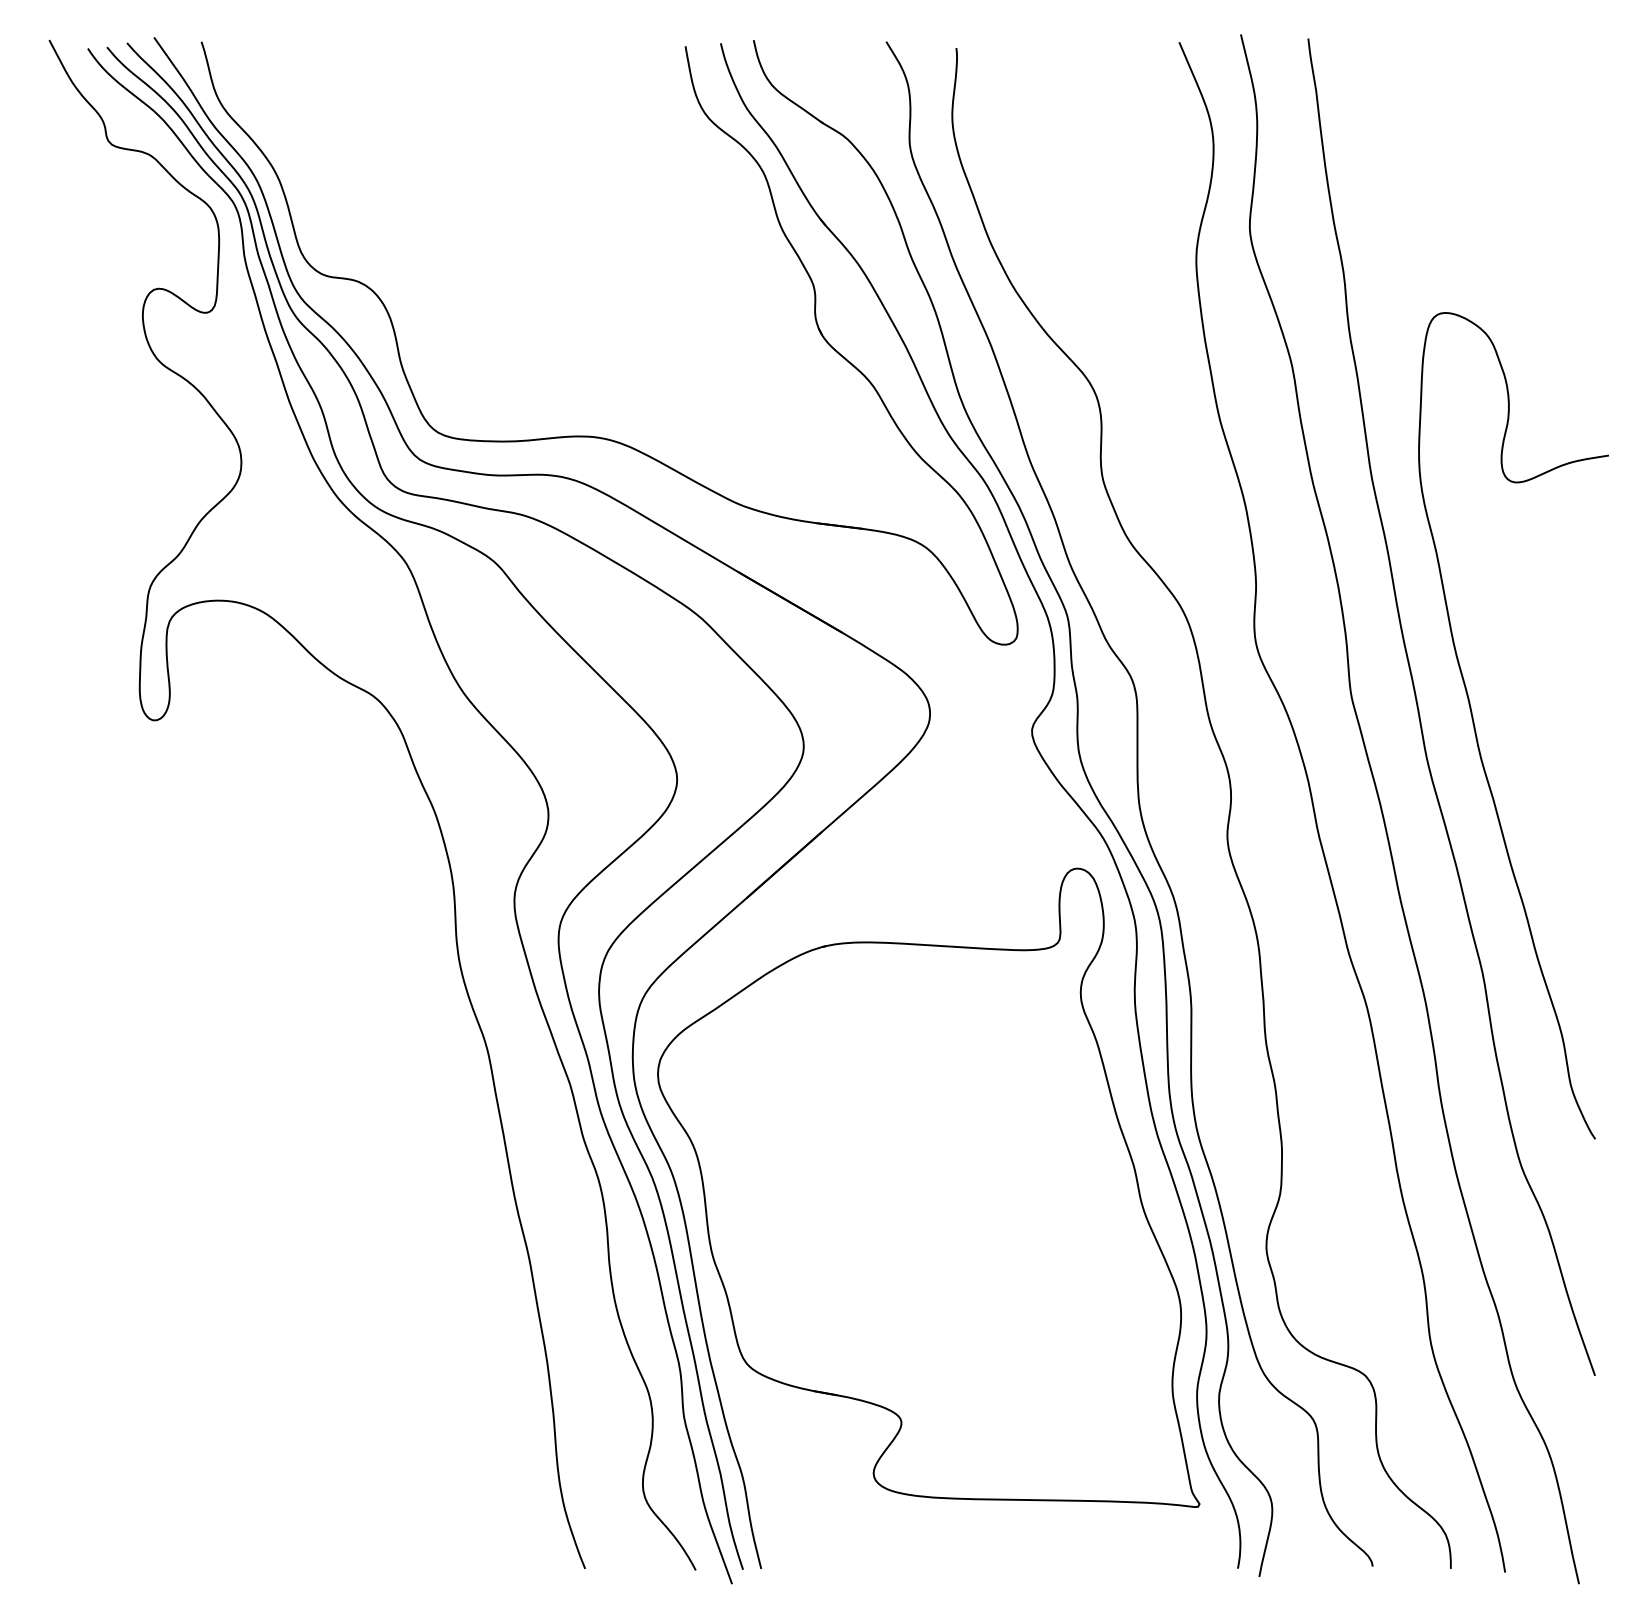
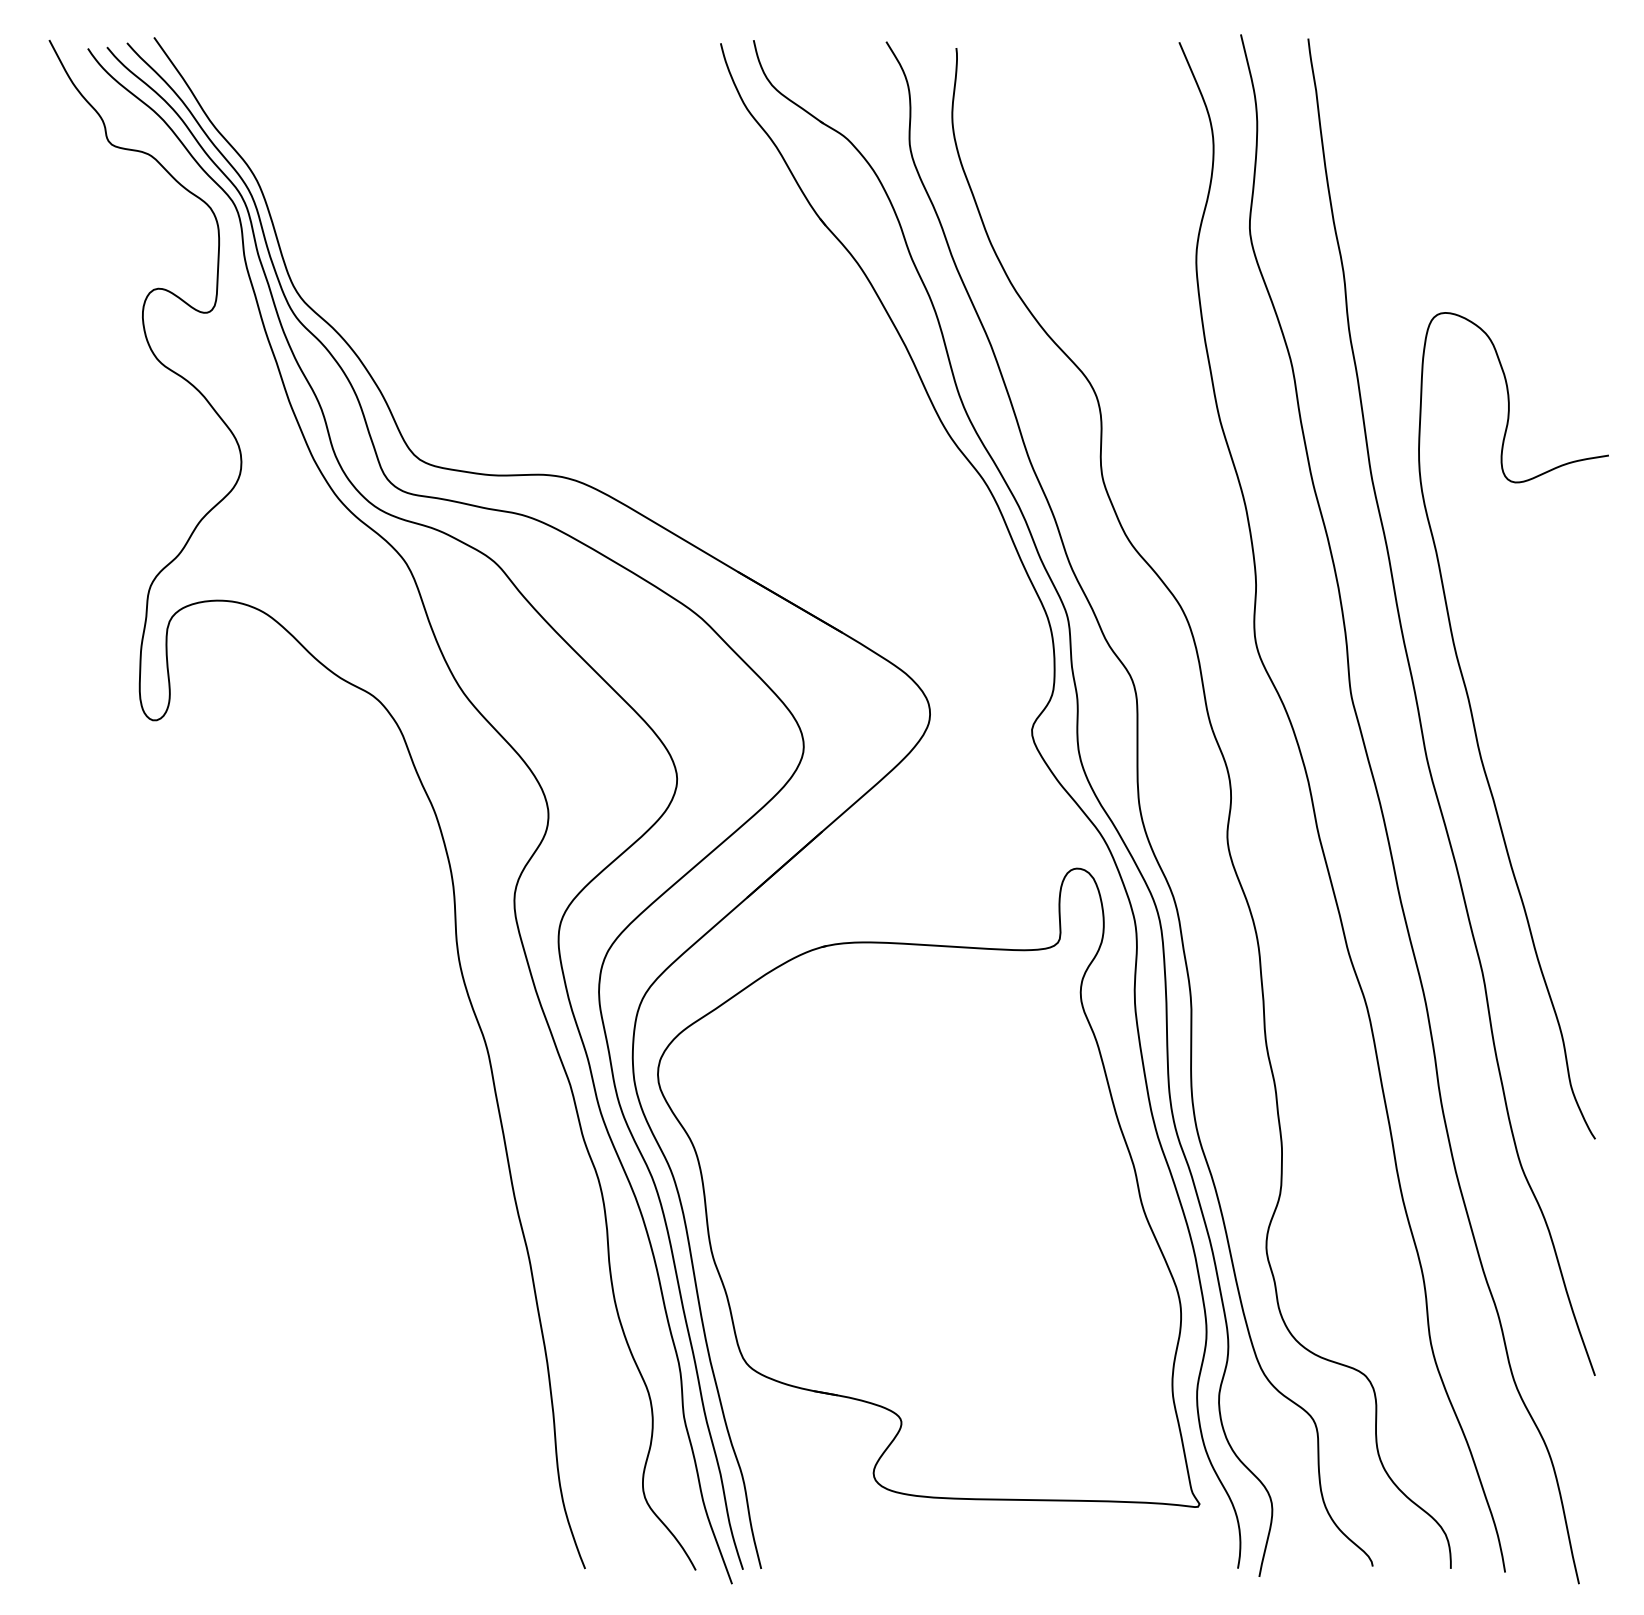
part at (598, 436): present -> none
